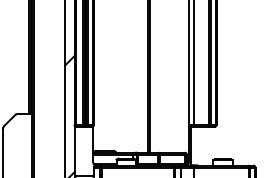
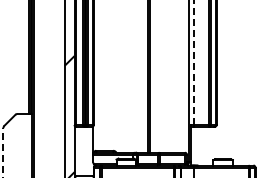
line at (193, 62): solid -> dashed
line at (3, 153): solid -> dashed
